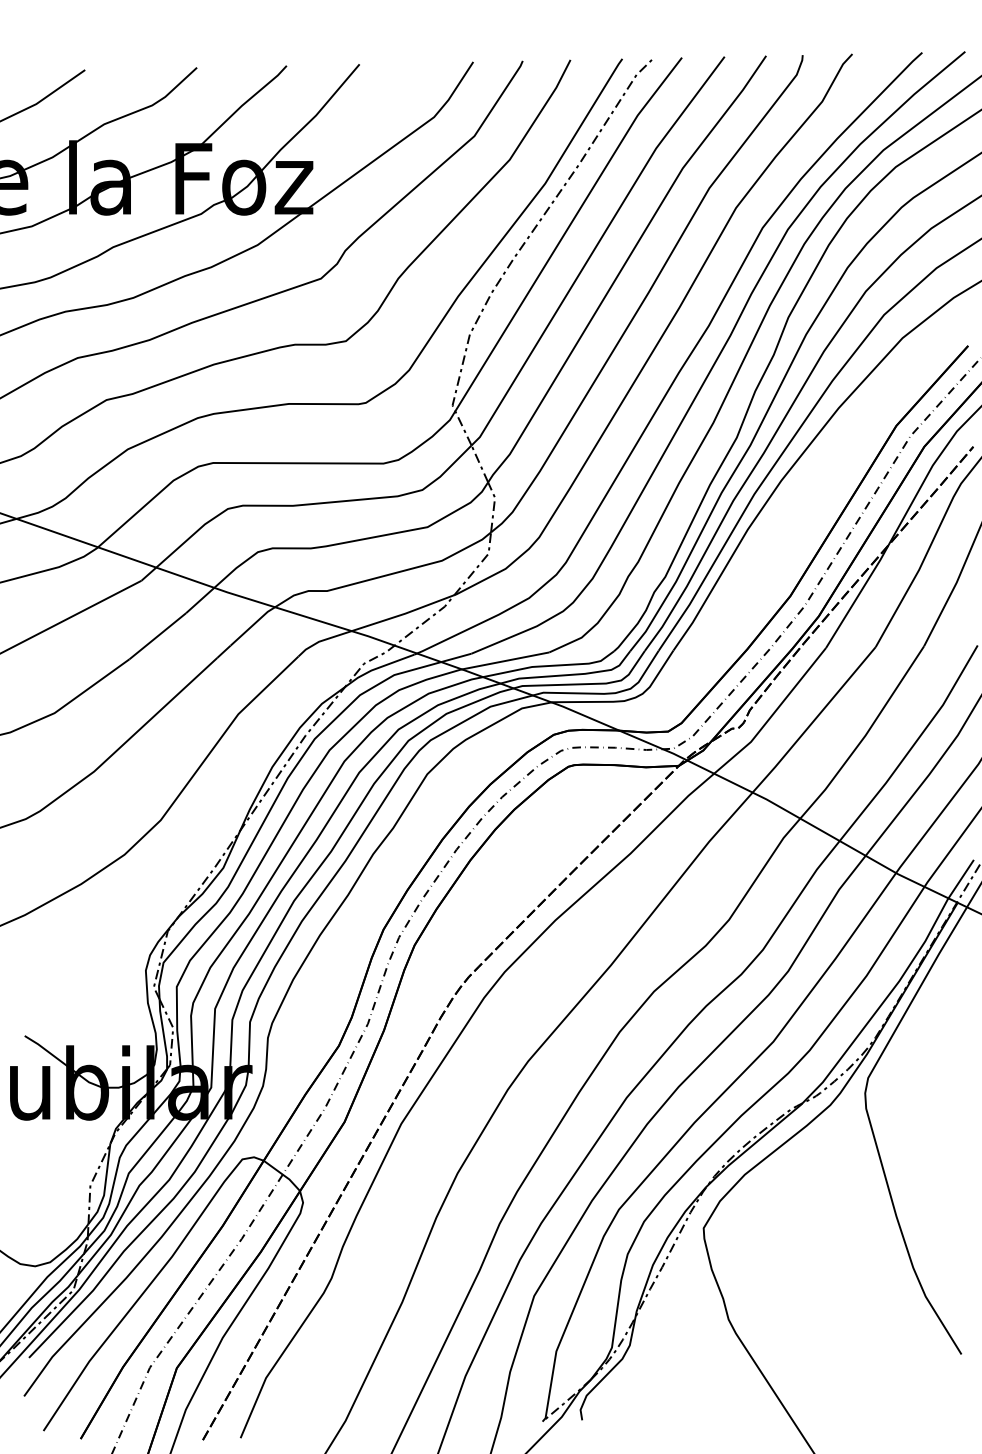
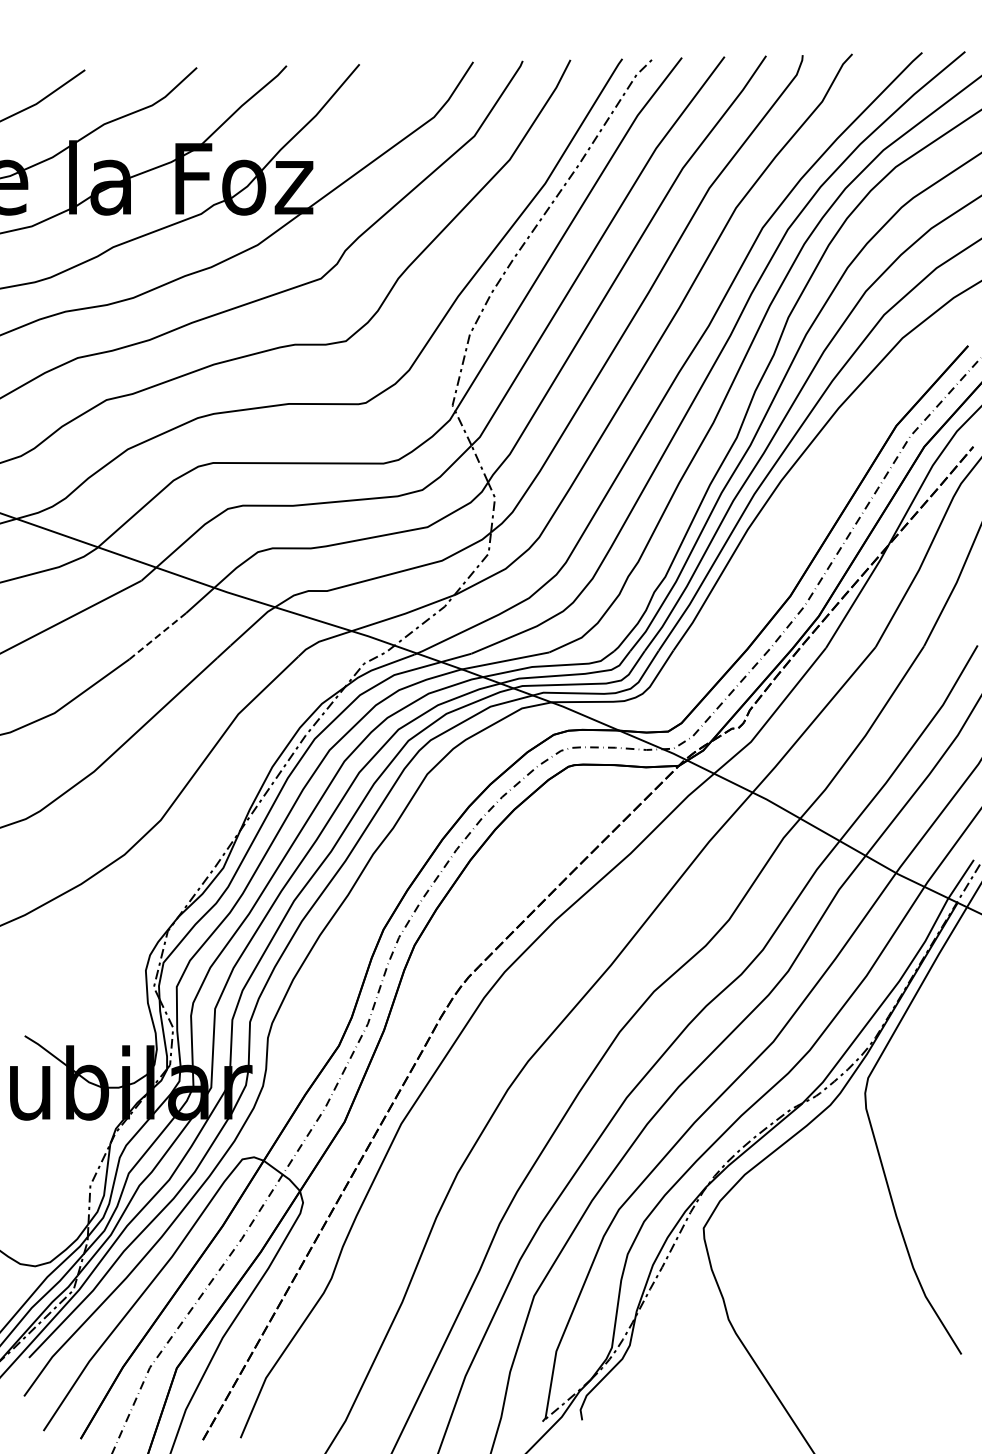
line at (157, 636): solid -> dashed
